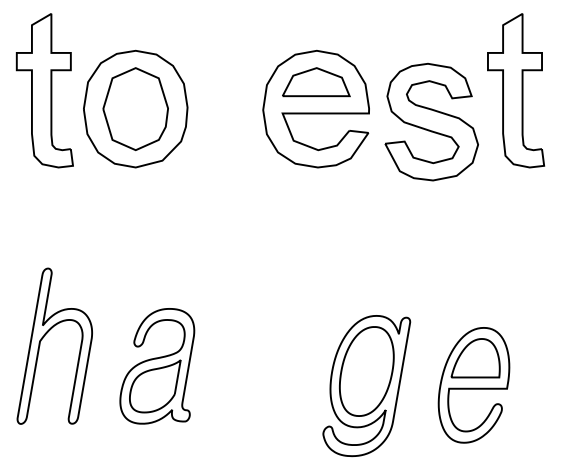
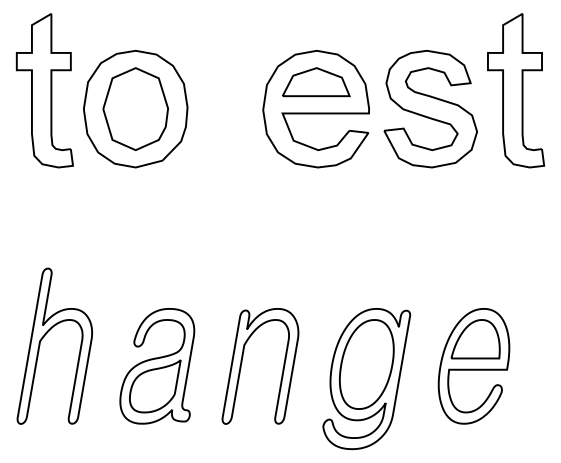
part at (431, 122) position: (431, 122) -> (430, 109)
part at (242, 363): none -> present
part at (473, 385) position: (473, 385) -> (473, 366)
part at (366, 386) position: (366, 386) -> (366, 379)
